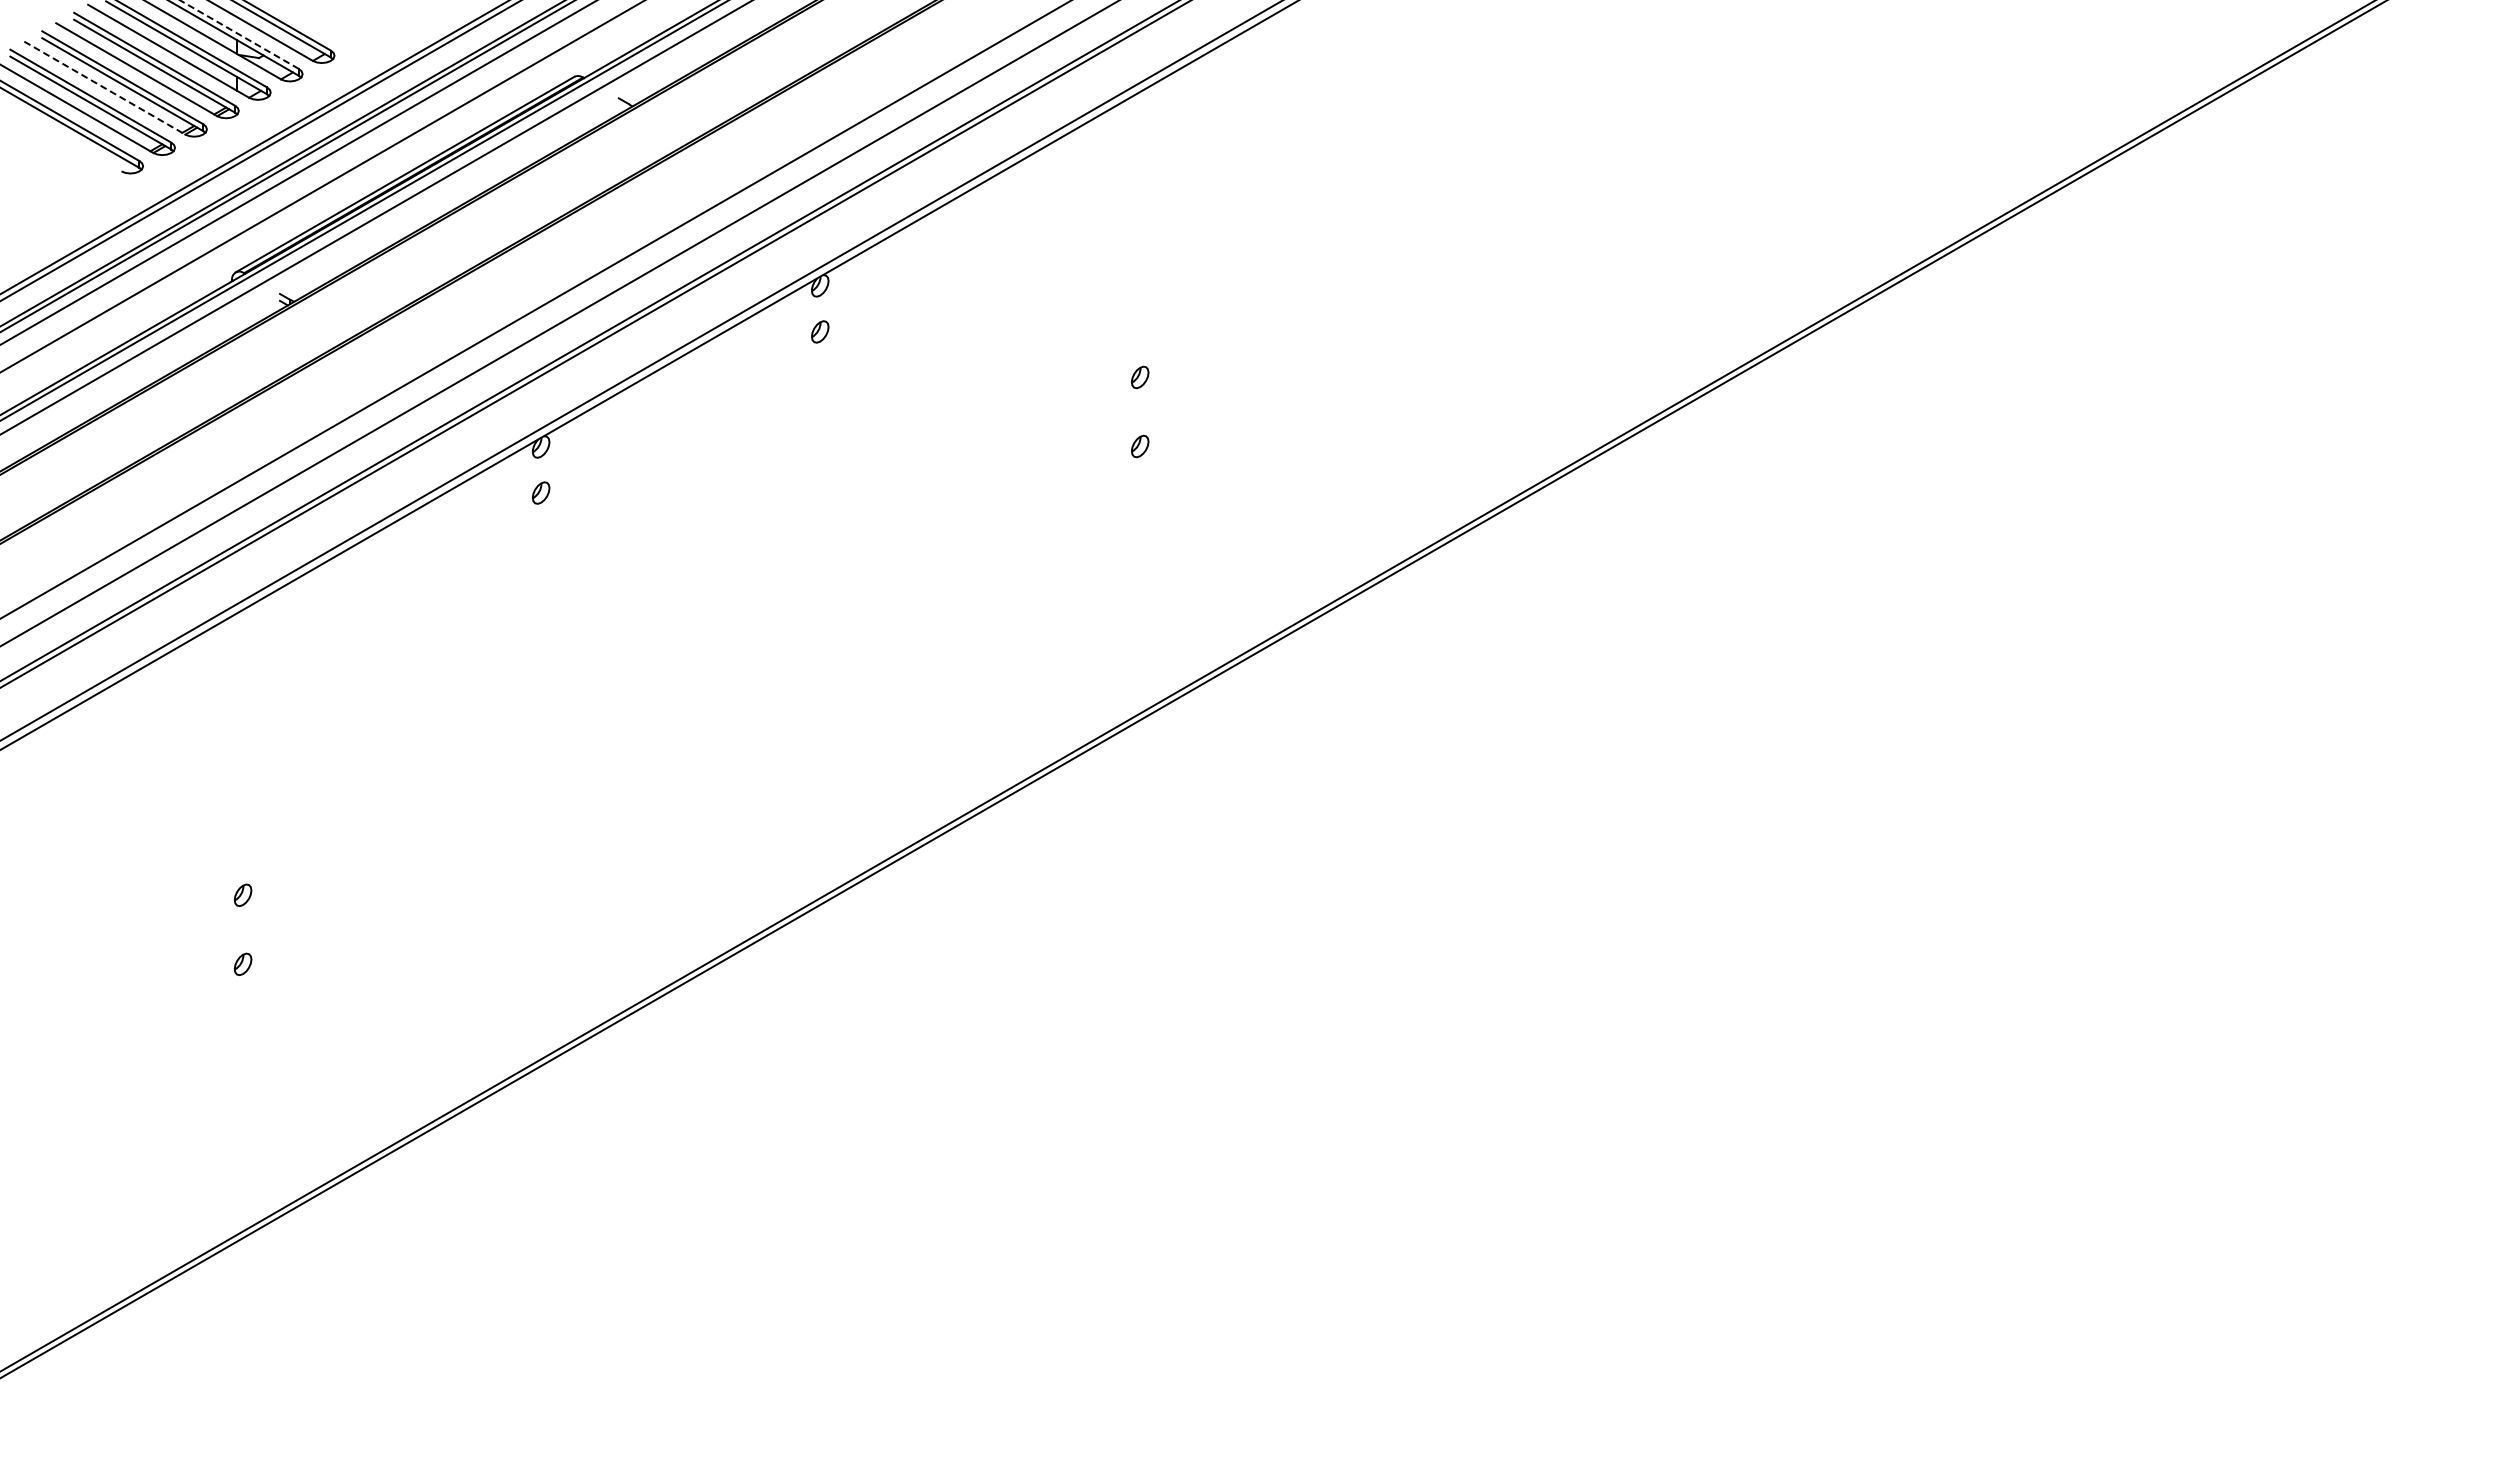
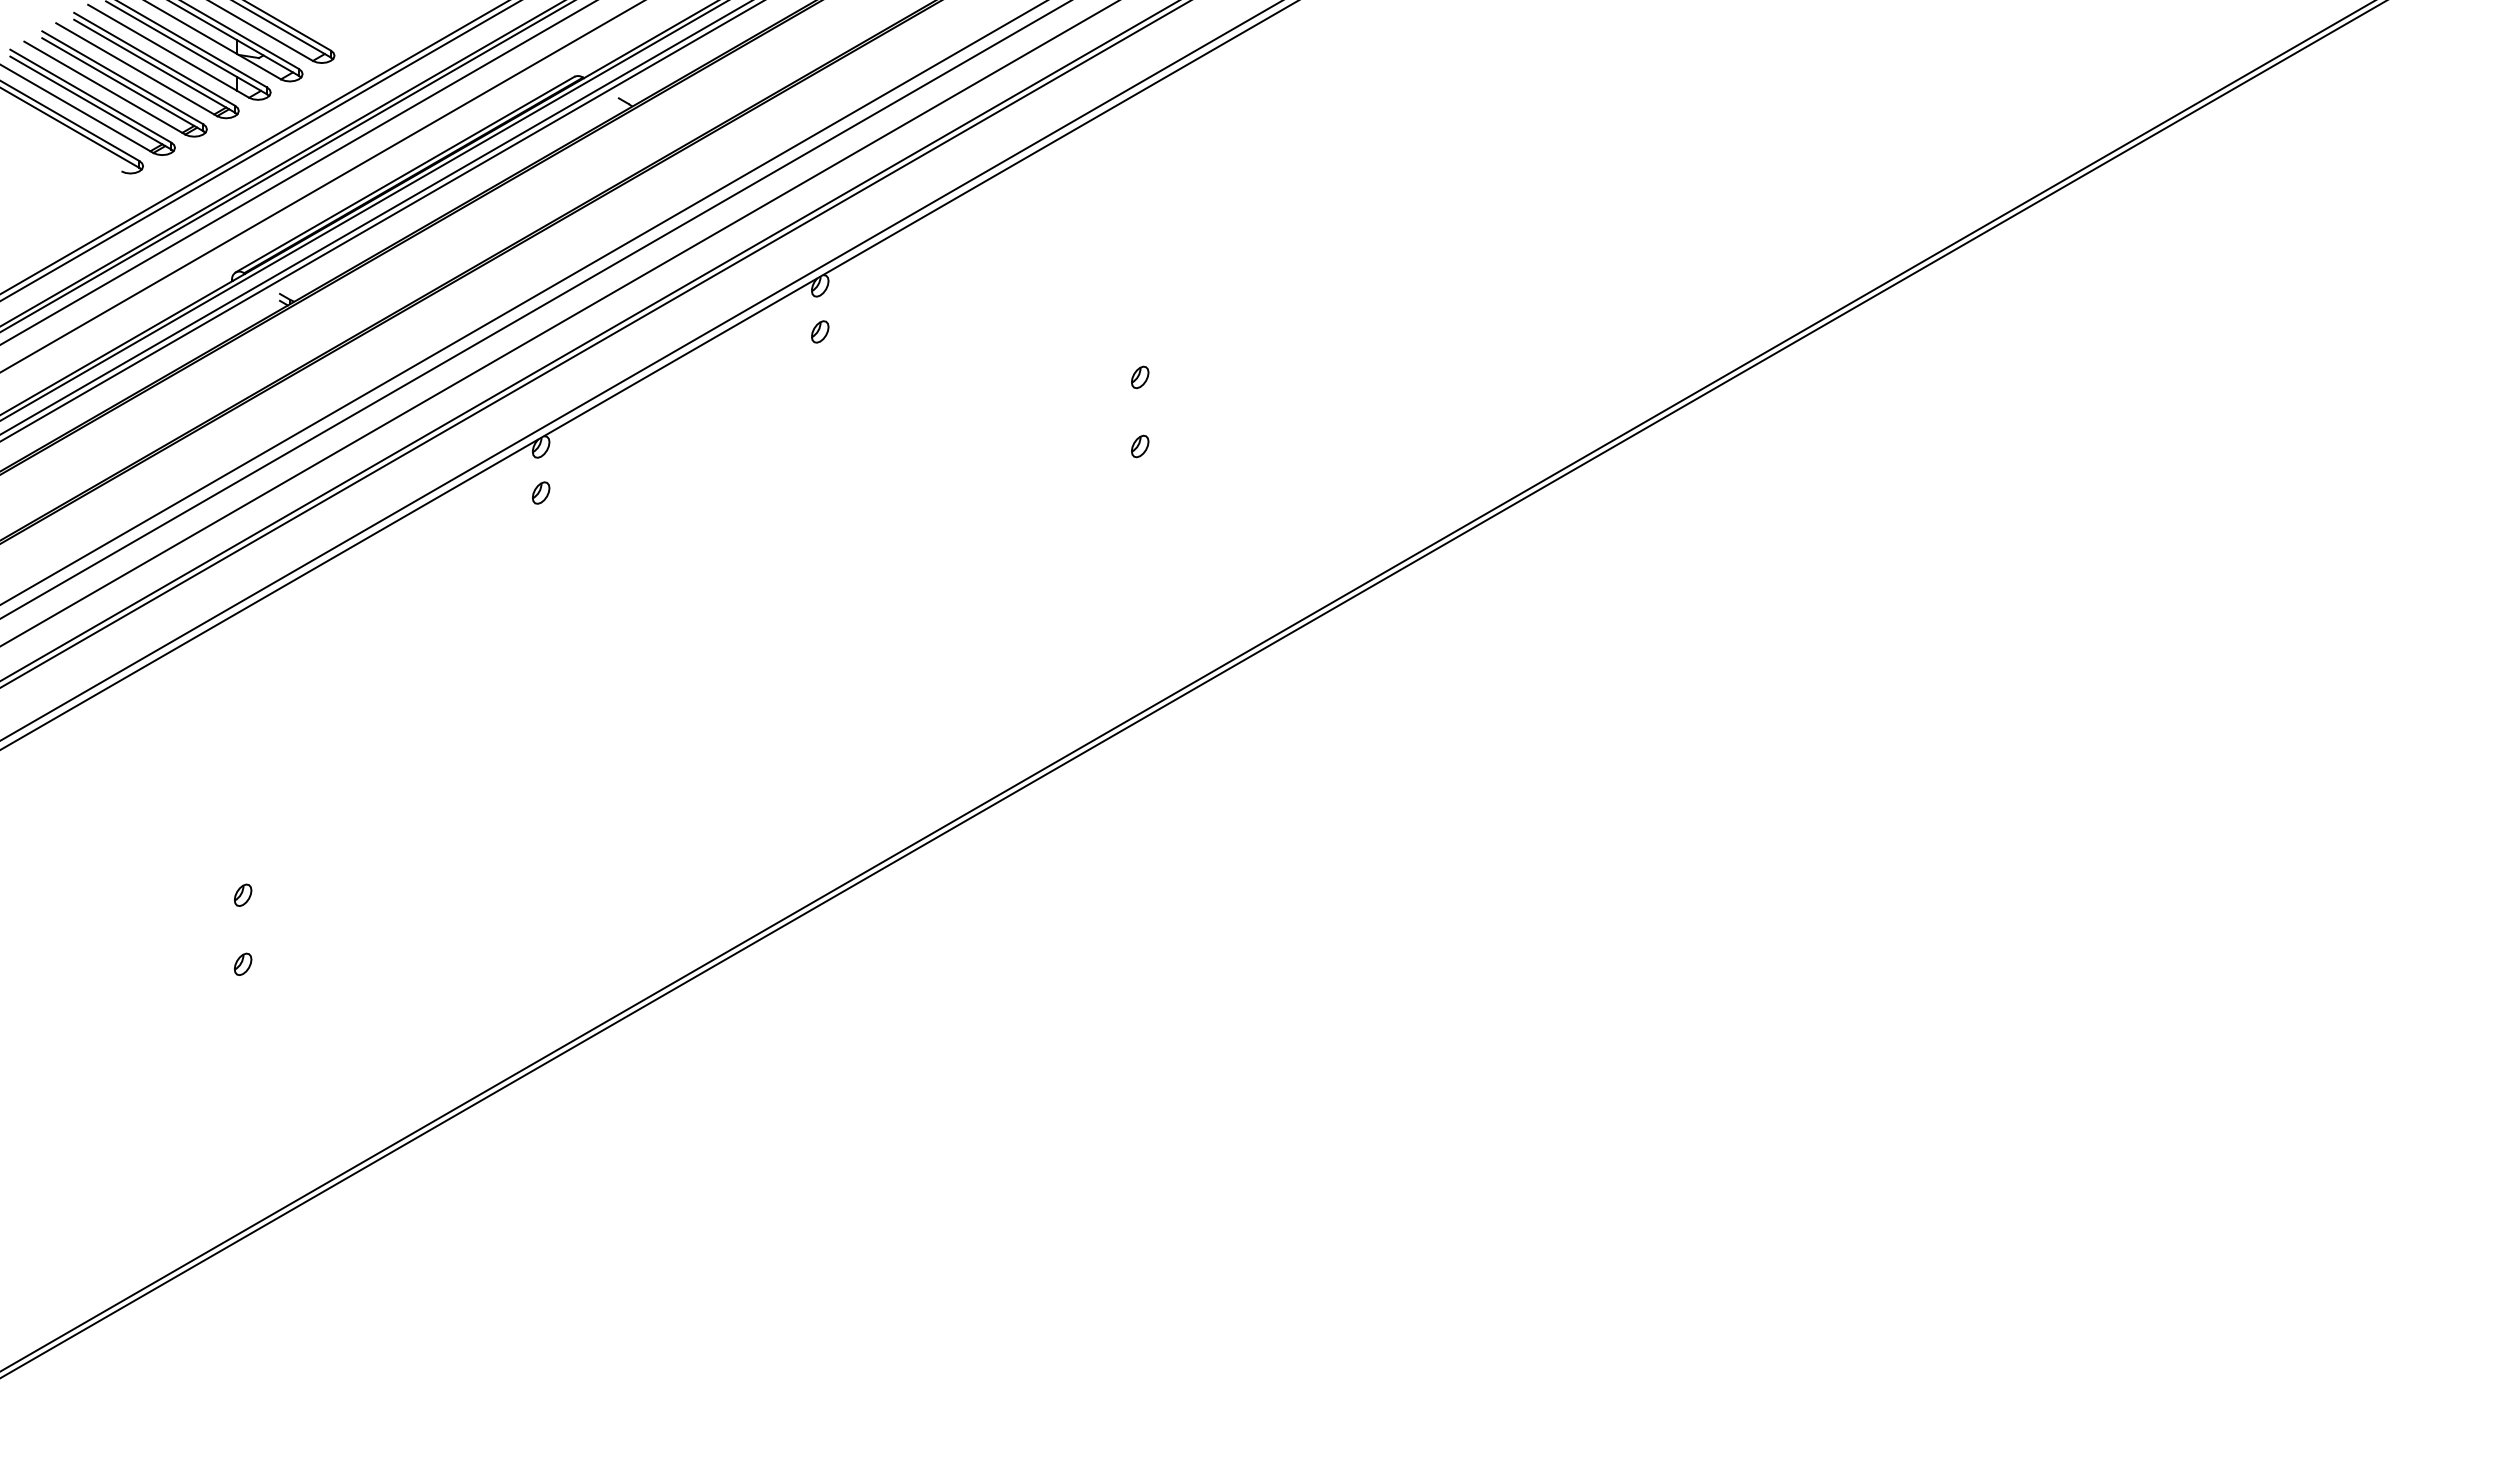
line at (239, 34): dashed -> solid
line at (104, 88): dashed -> solid
line at (381, 221): none -> present
line at (523, 303): none -> present
